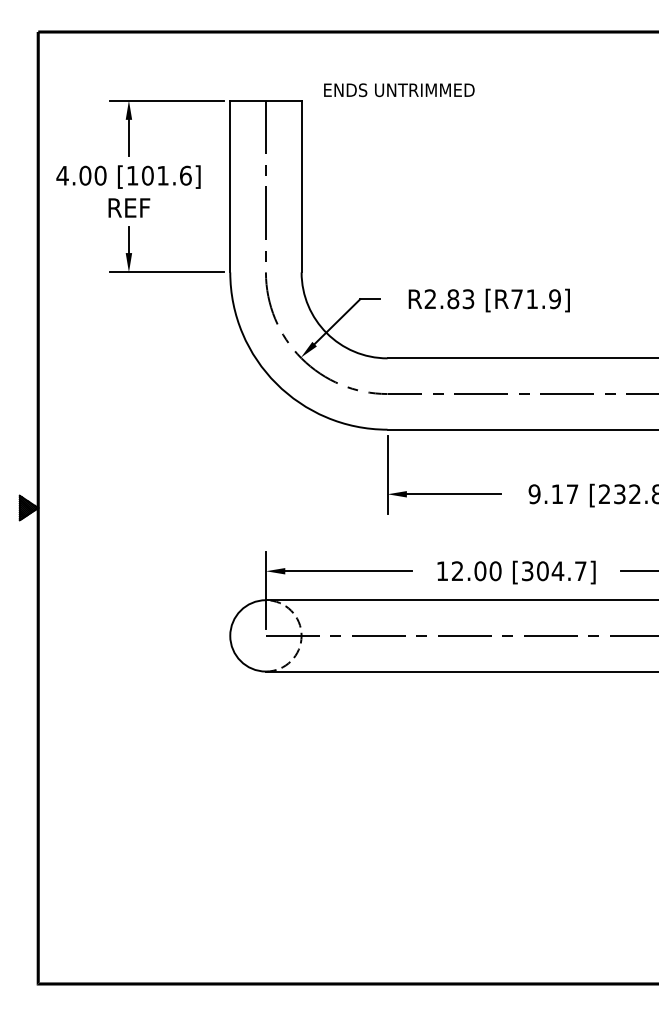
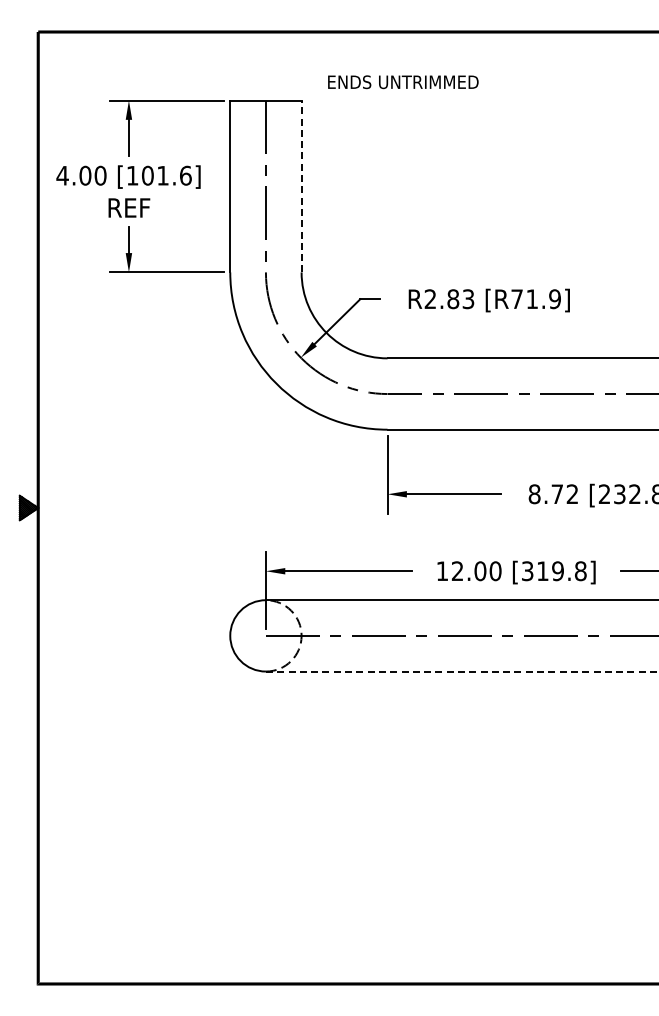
text at (399, 90) position: (399, 90) -> (403, 82)
line at (301, 186): solid -> dashed
text at (553, 494): 9.17 -> 8.72
text at (561, 571): [304.7] -> [319.8]
line at (462, 671): solid -> dashed
